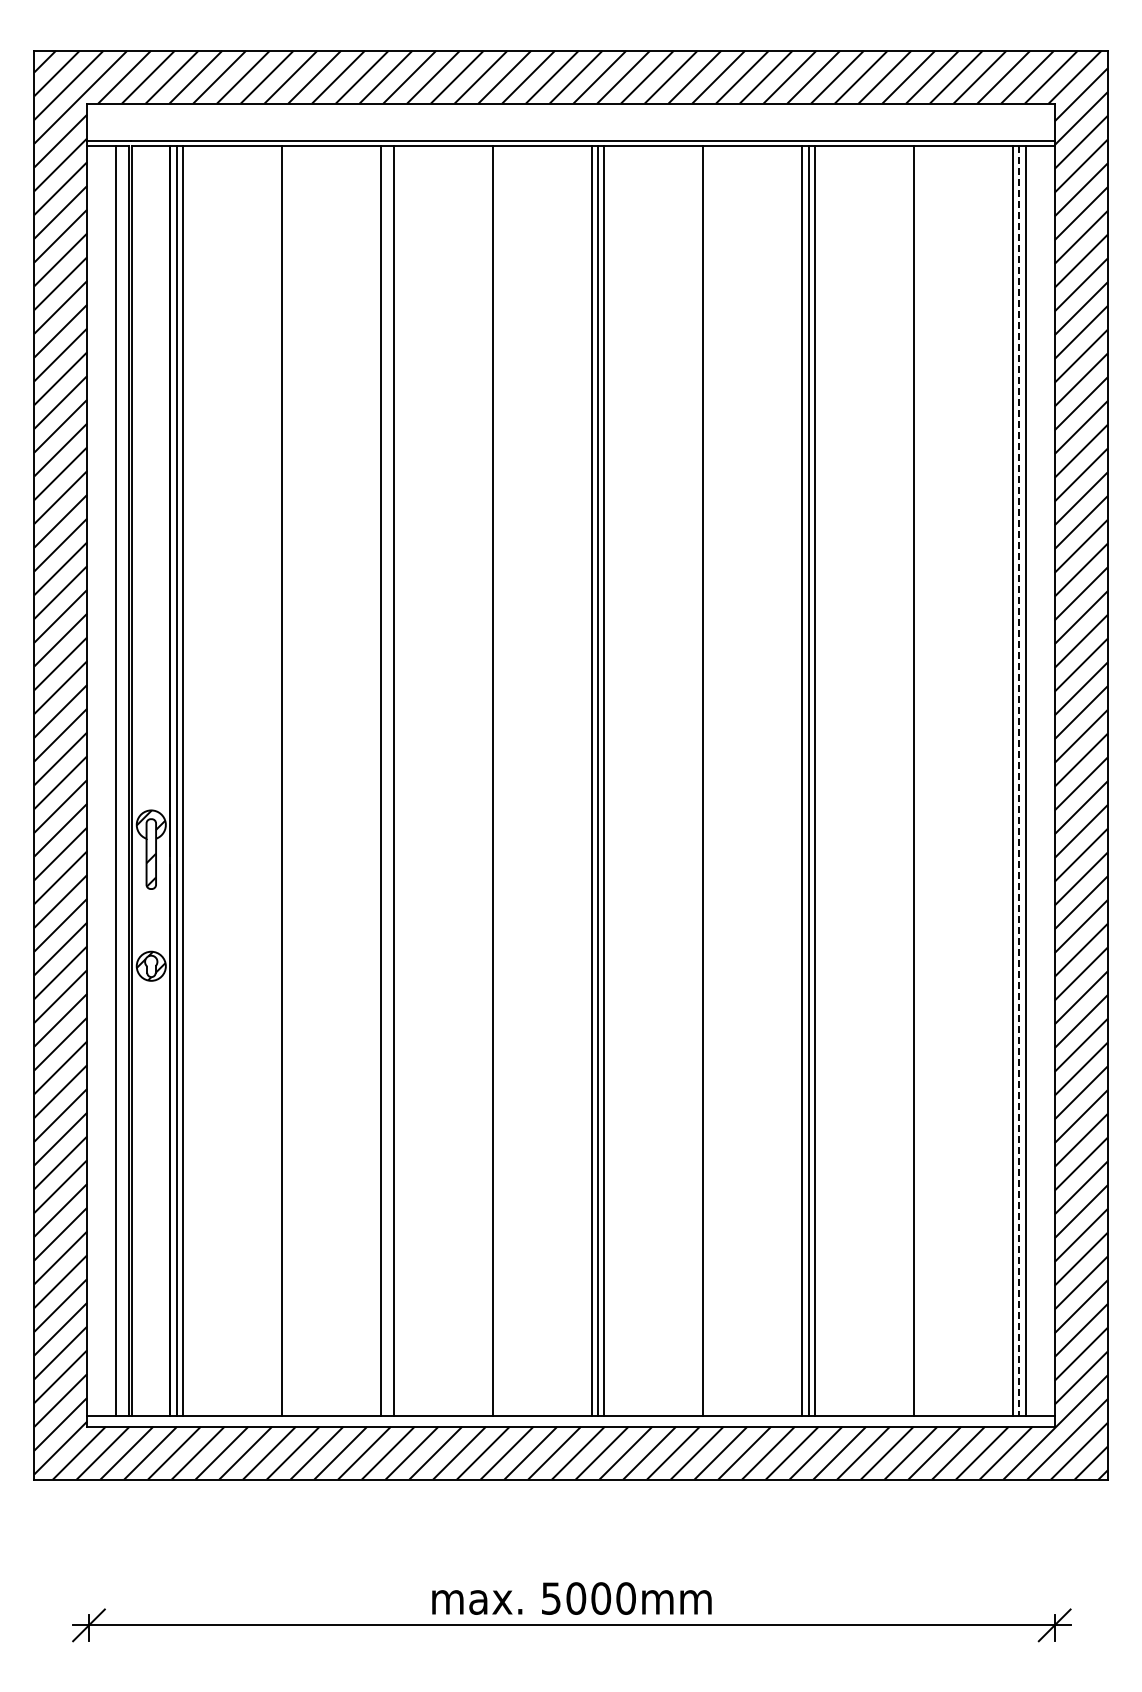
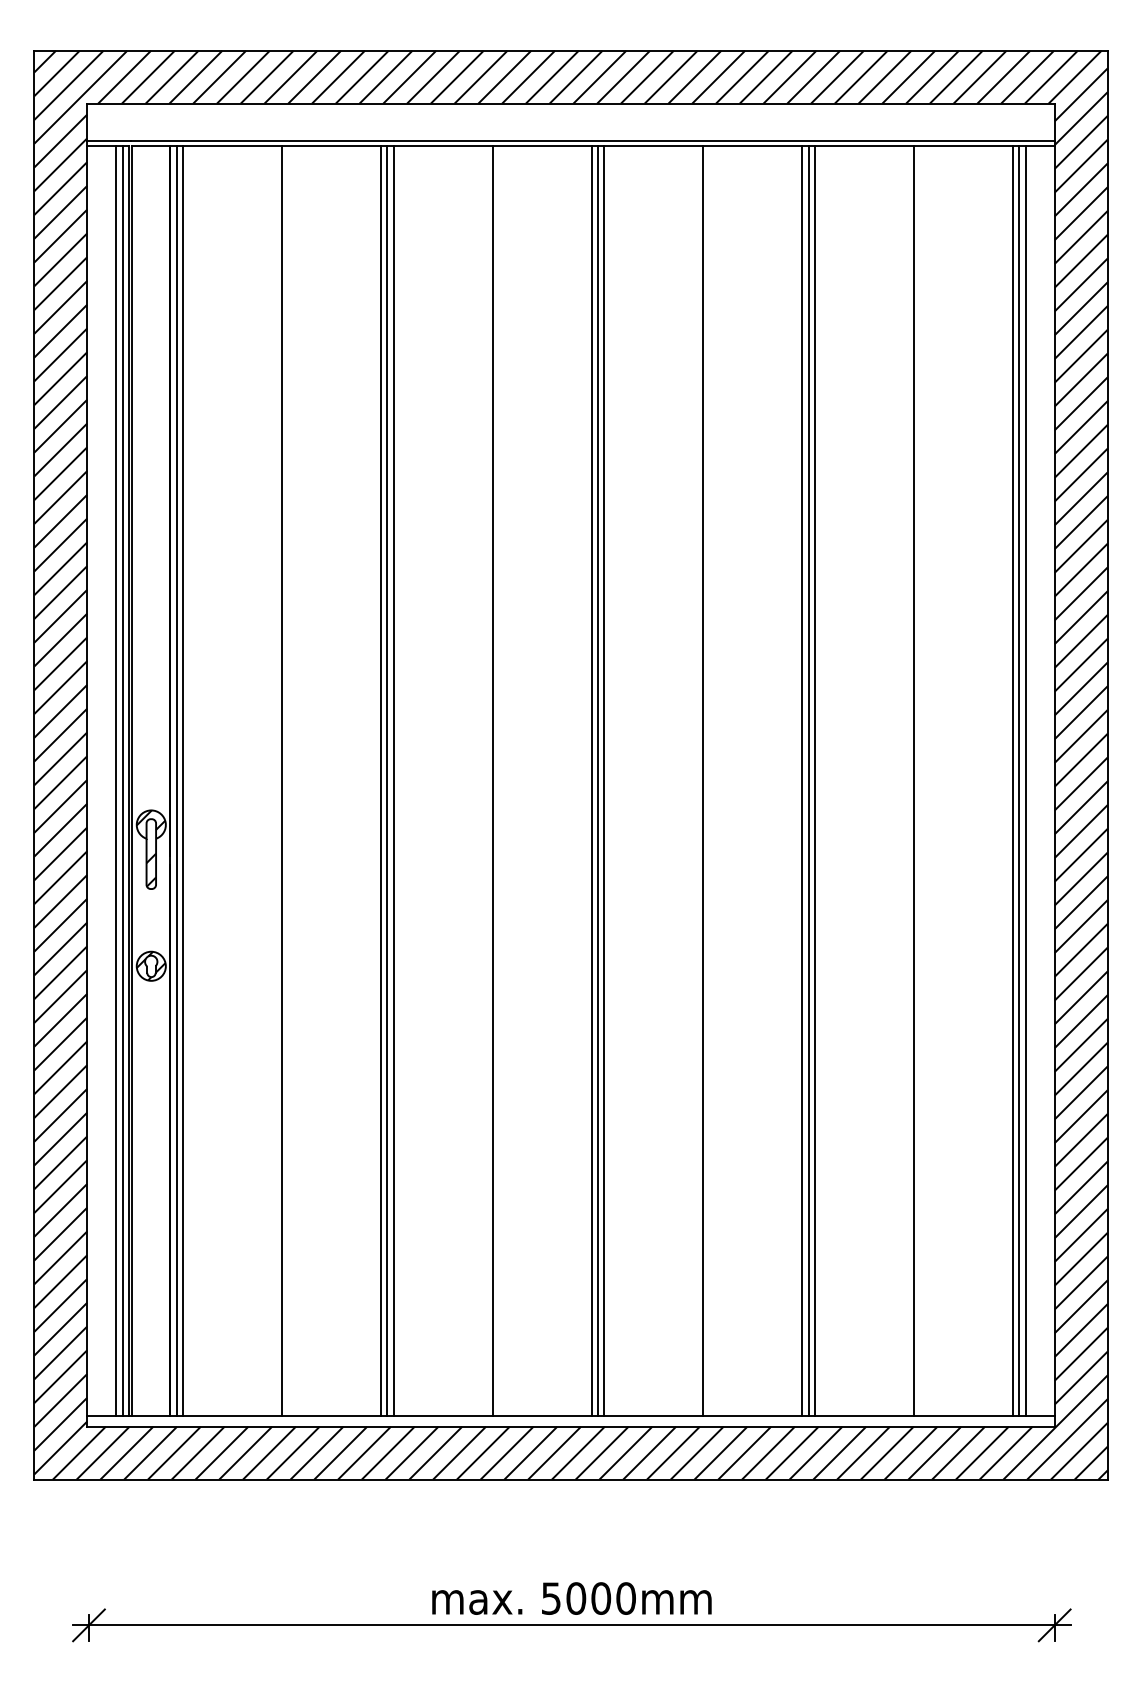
line at (122, 781): none -> present
line at (387, 781): none -> present
line at (1019, 781): dashed -> solid
